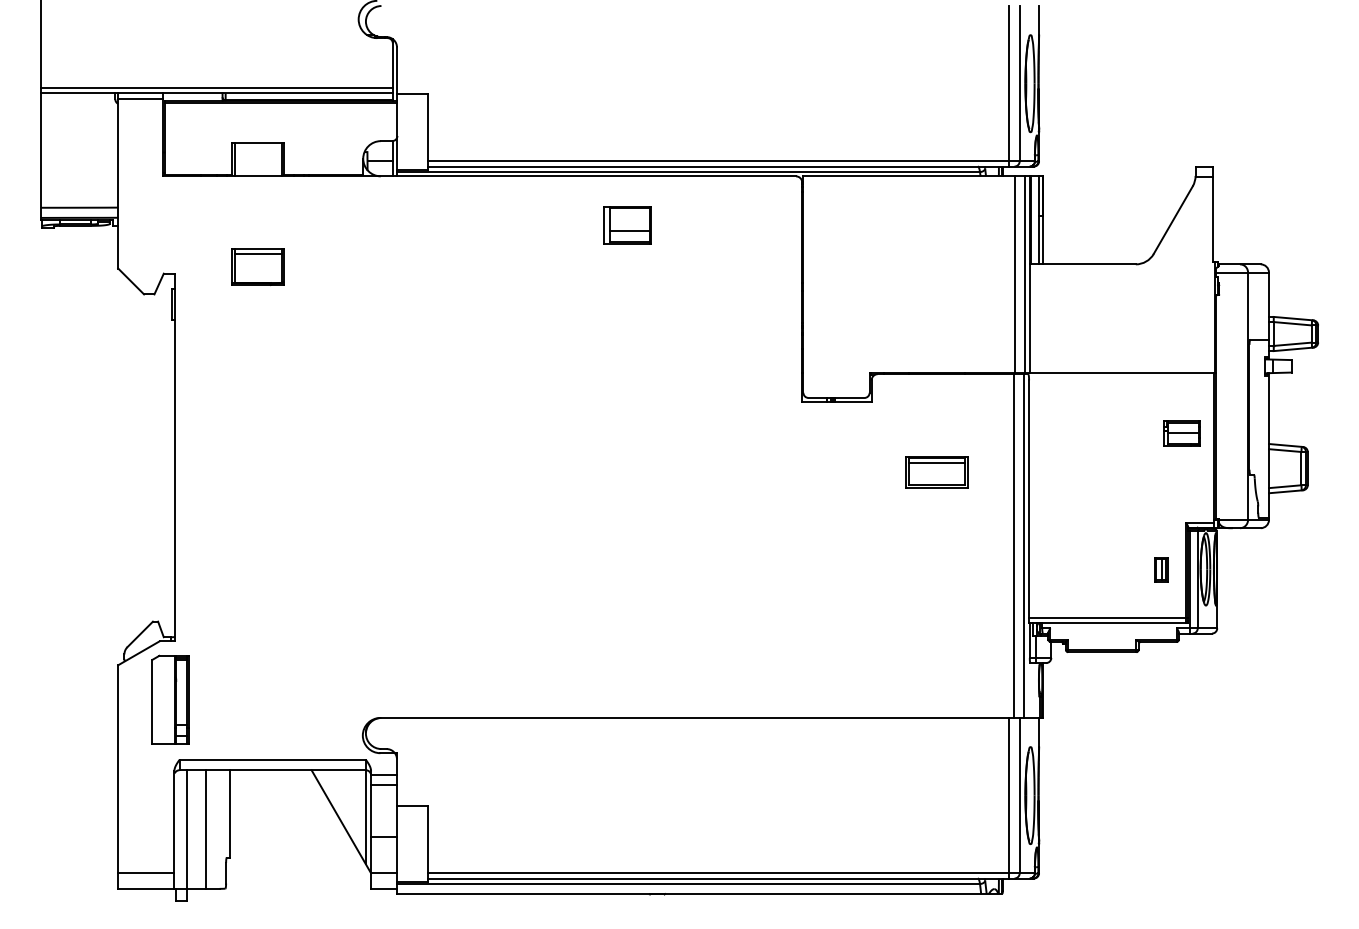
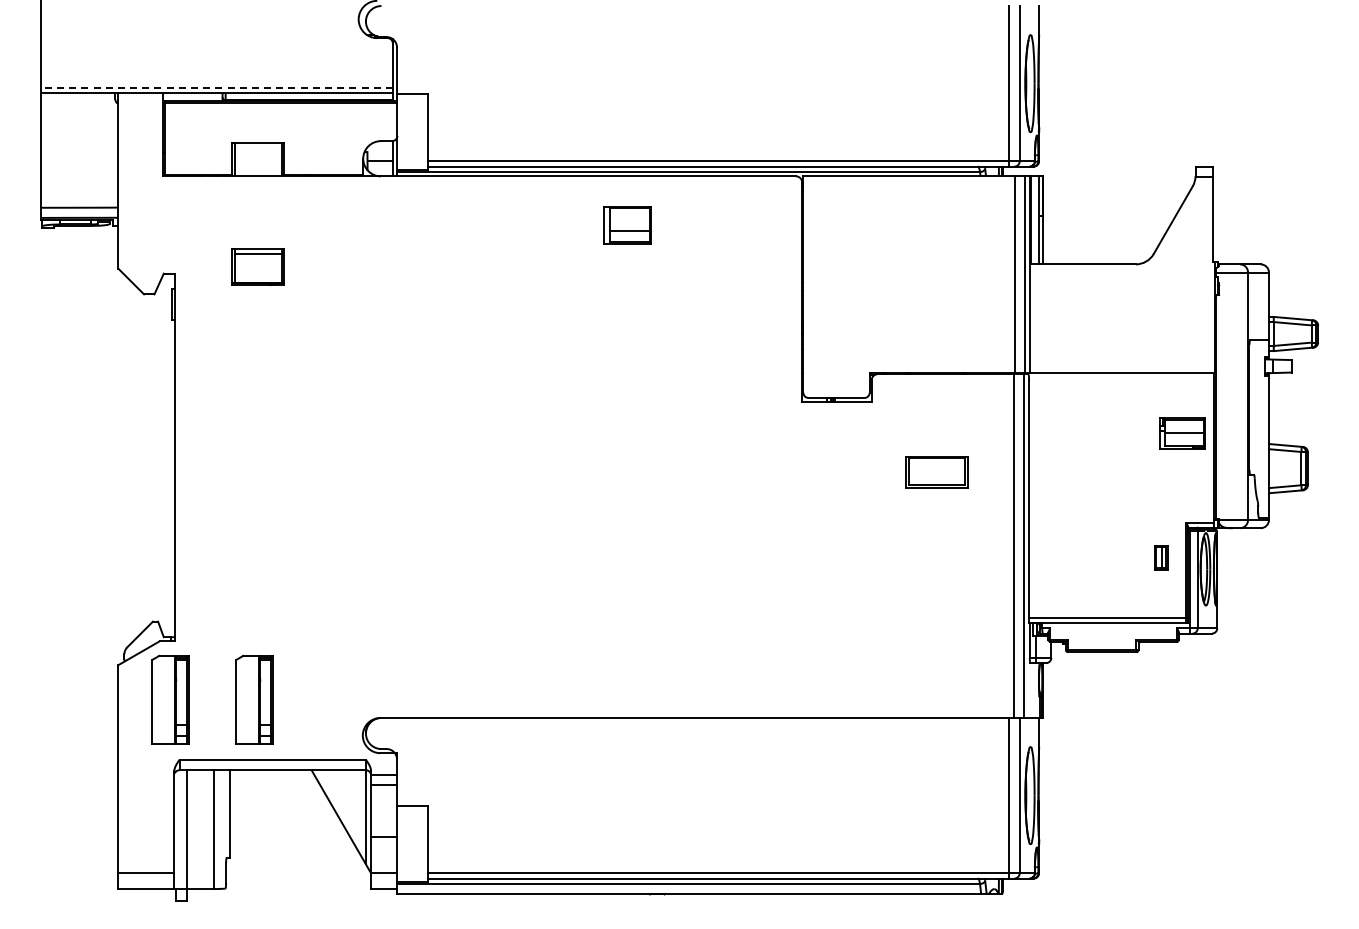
line at (216, 88): solid -> dashed
line at (140, 99): present -> none
part at (1181, 433) size: 38x27 px -> 47x33 px
line at (936, 463): present -> none
part at (1161, 569) position: (1161, 569) -> (1161, 557)
part at (254, 699): none -> present
line at (206, 829) position: (206, 829) -> (214, 829)
